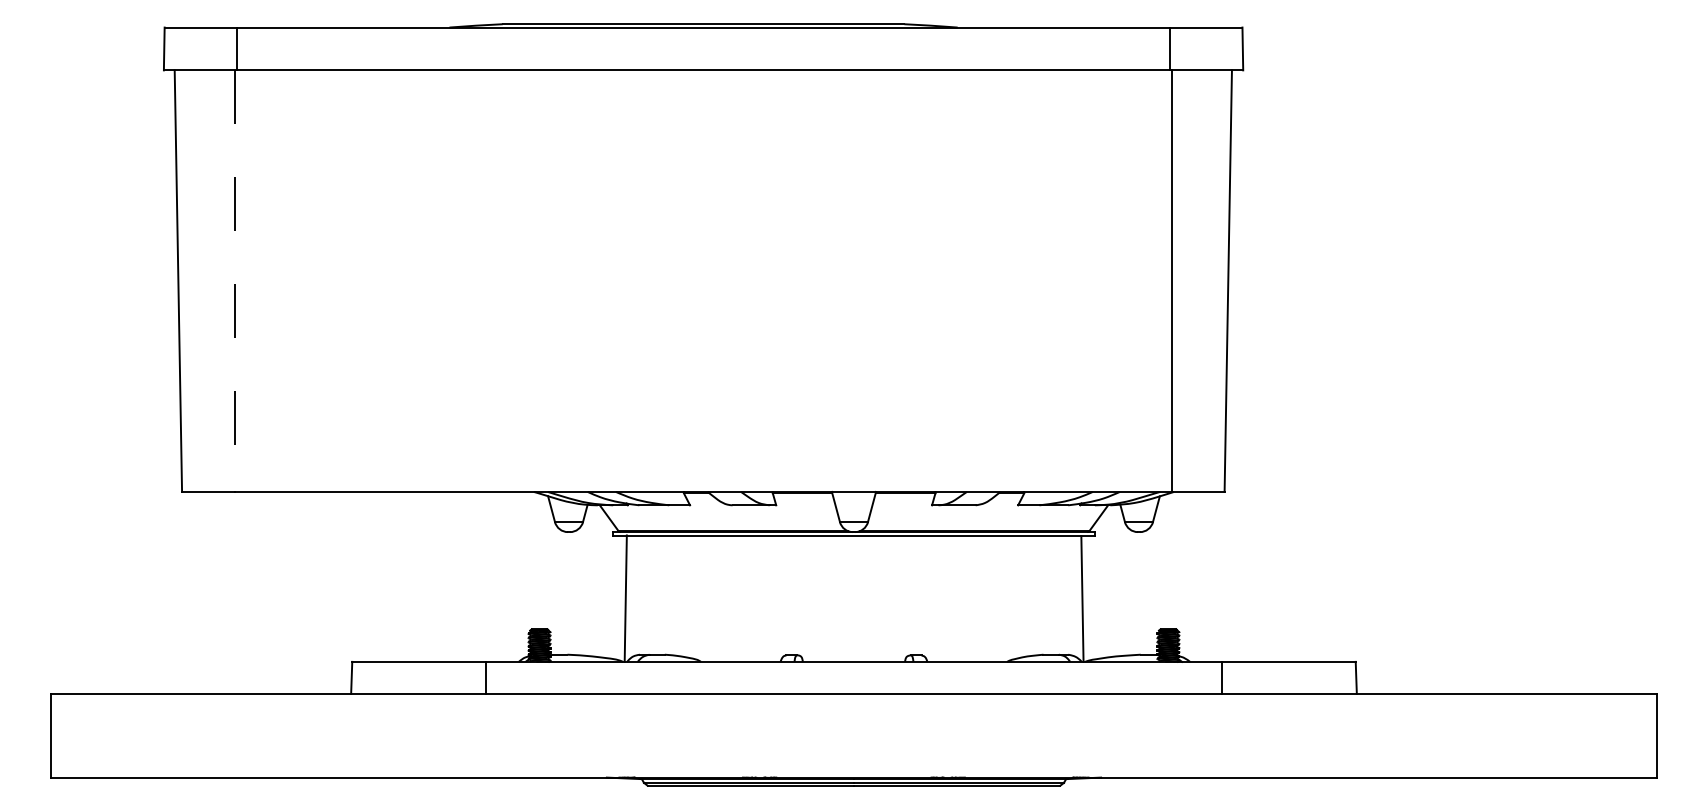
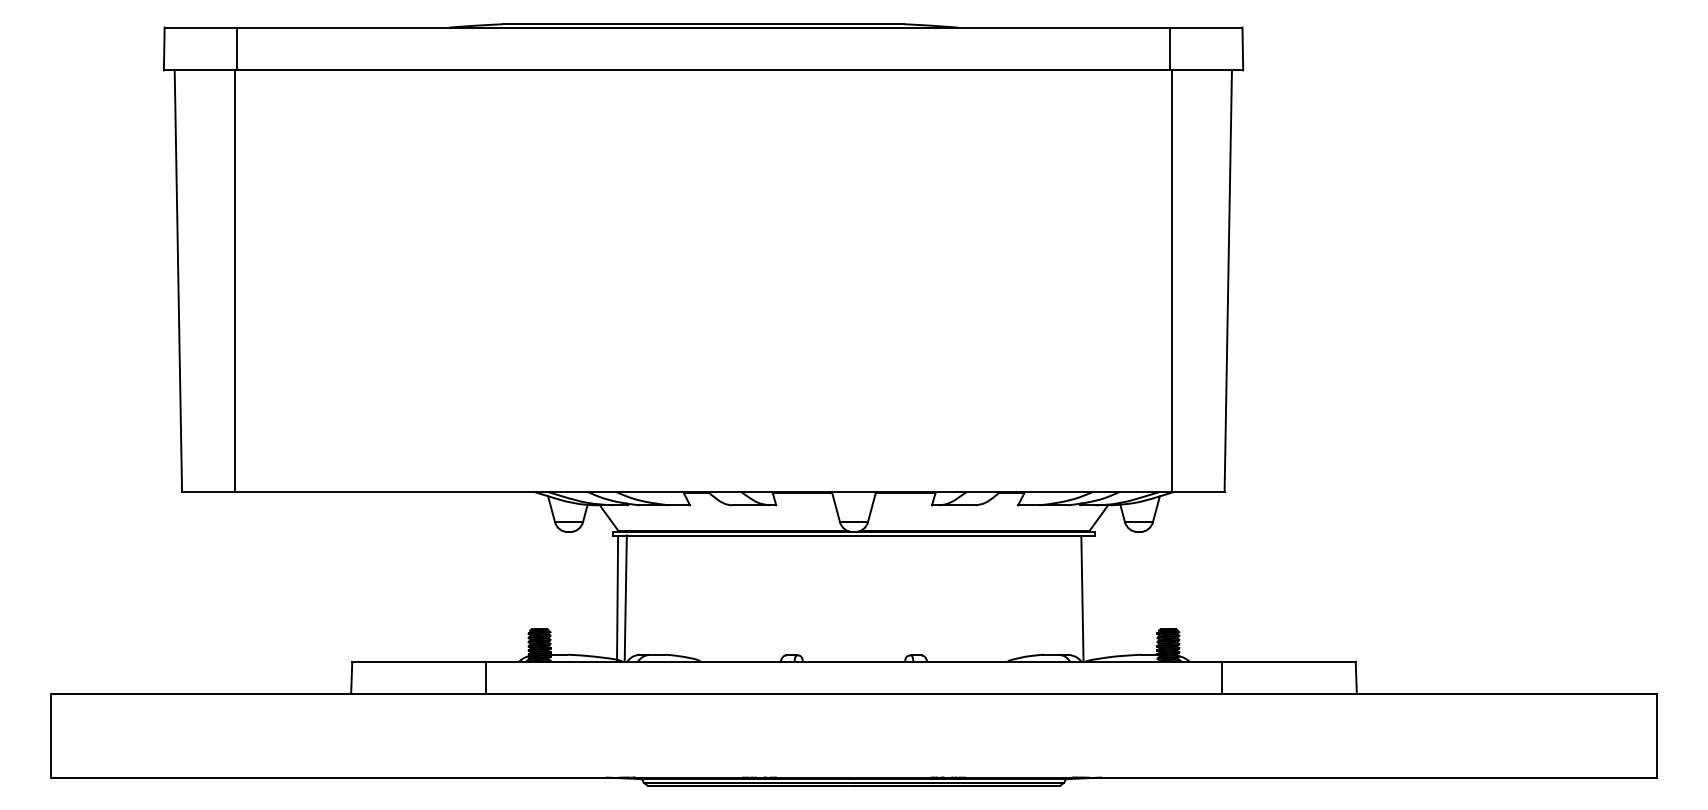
line at (235, 281): dashed -> solid
line at (617, 598): none -> present
